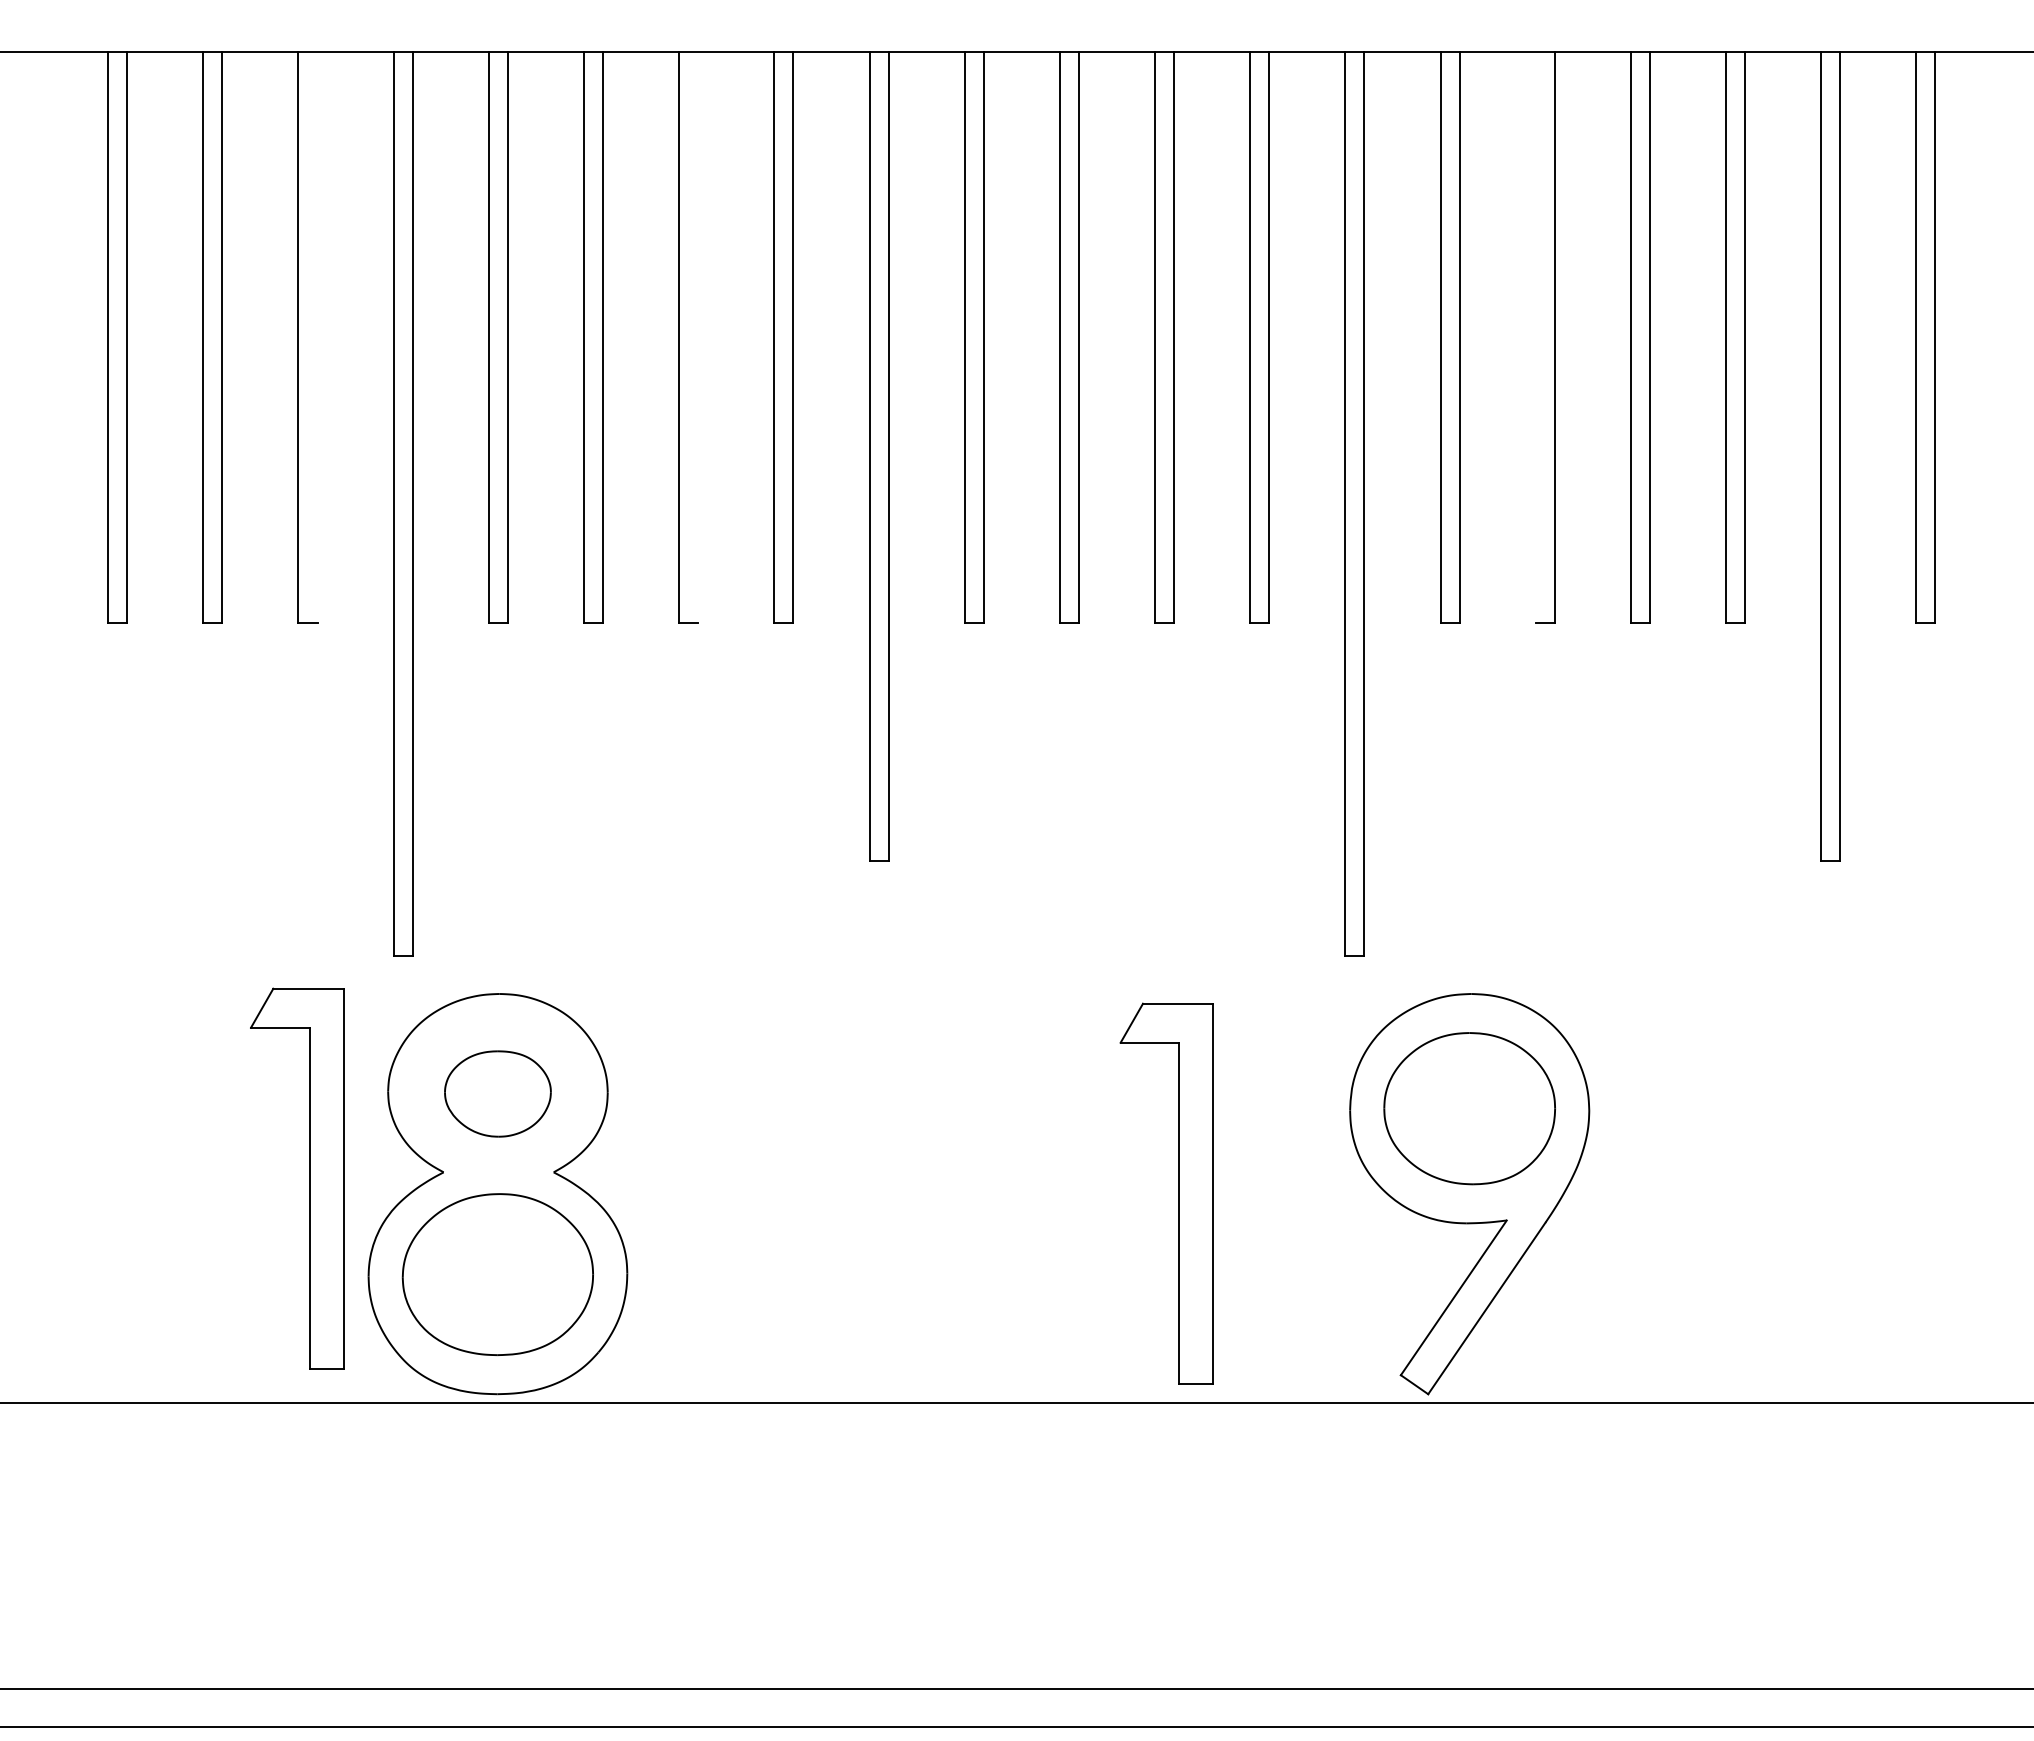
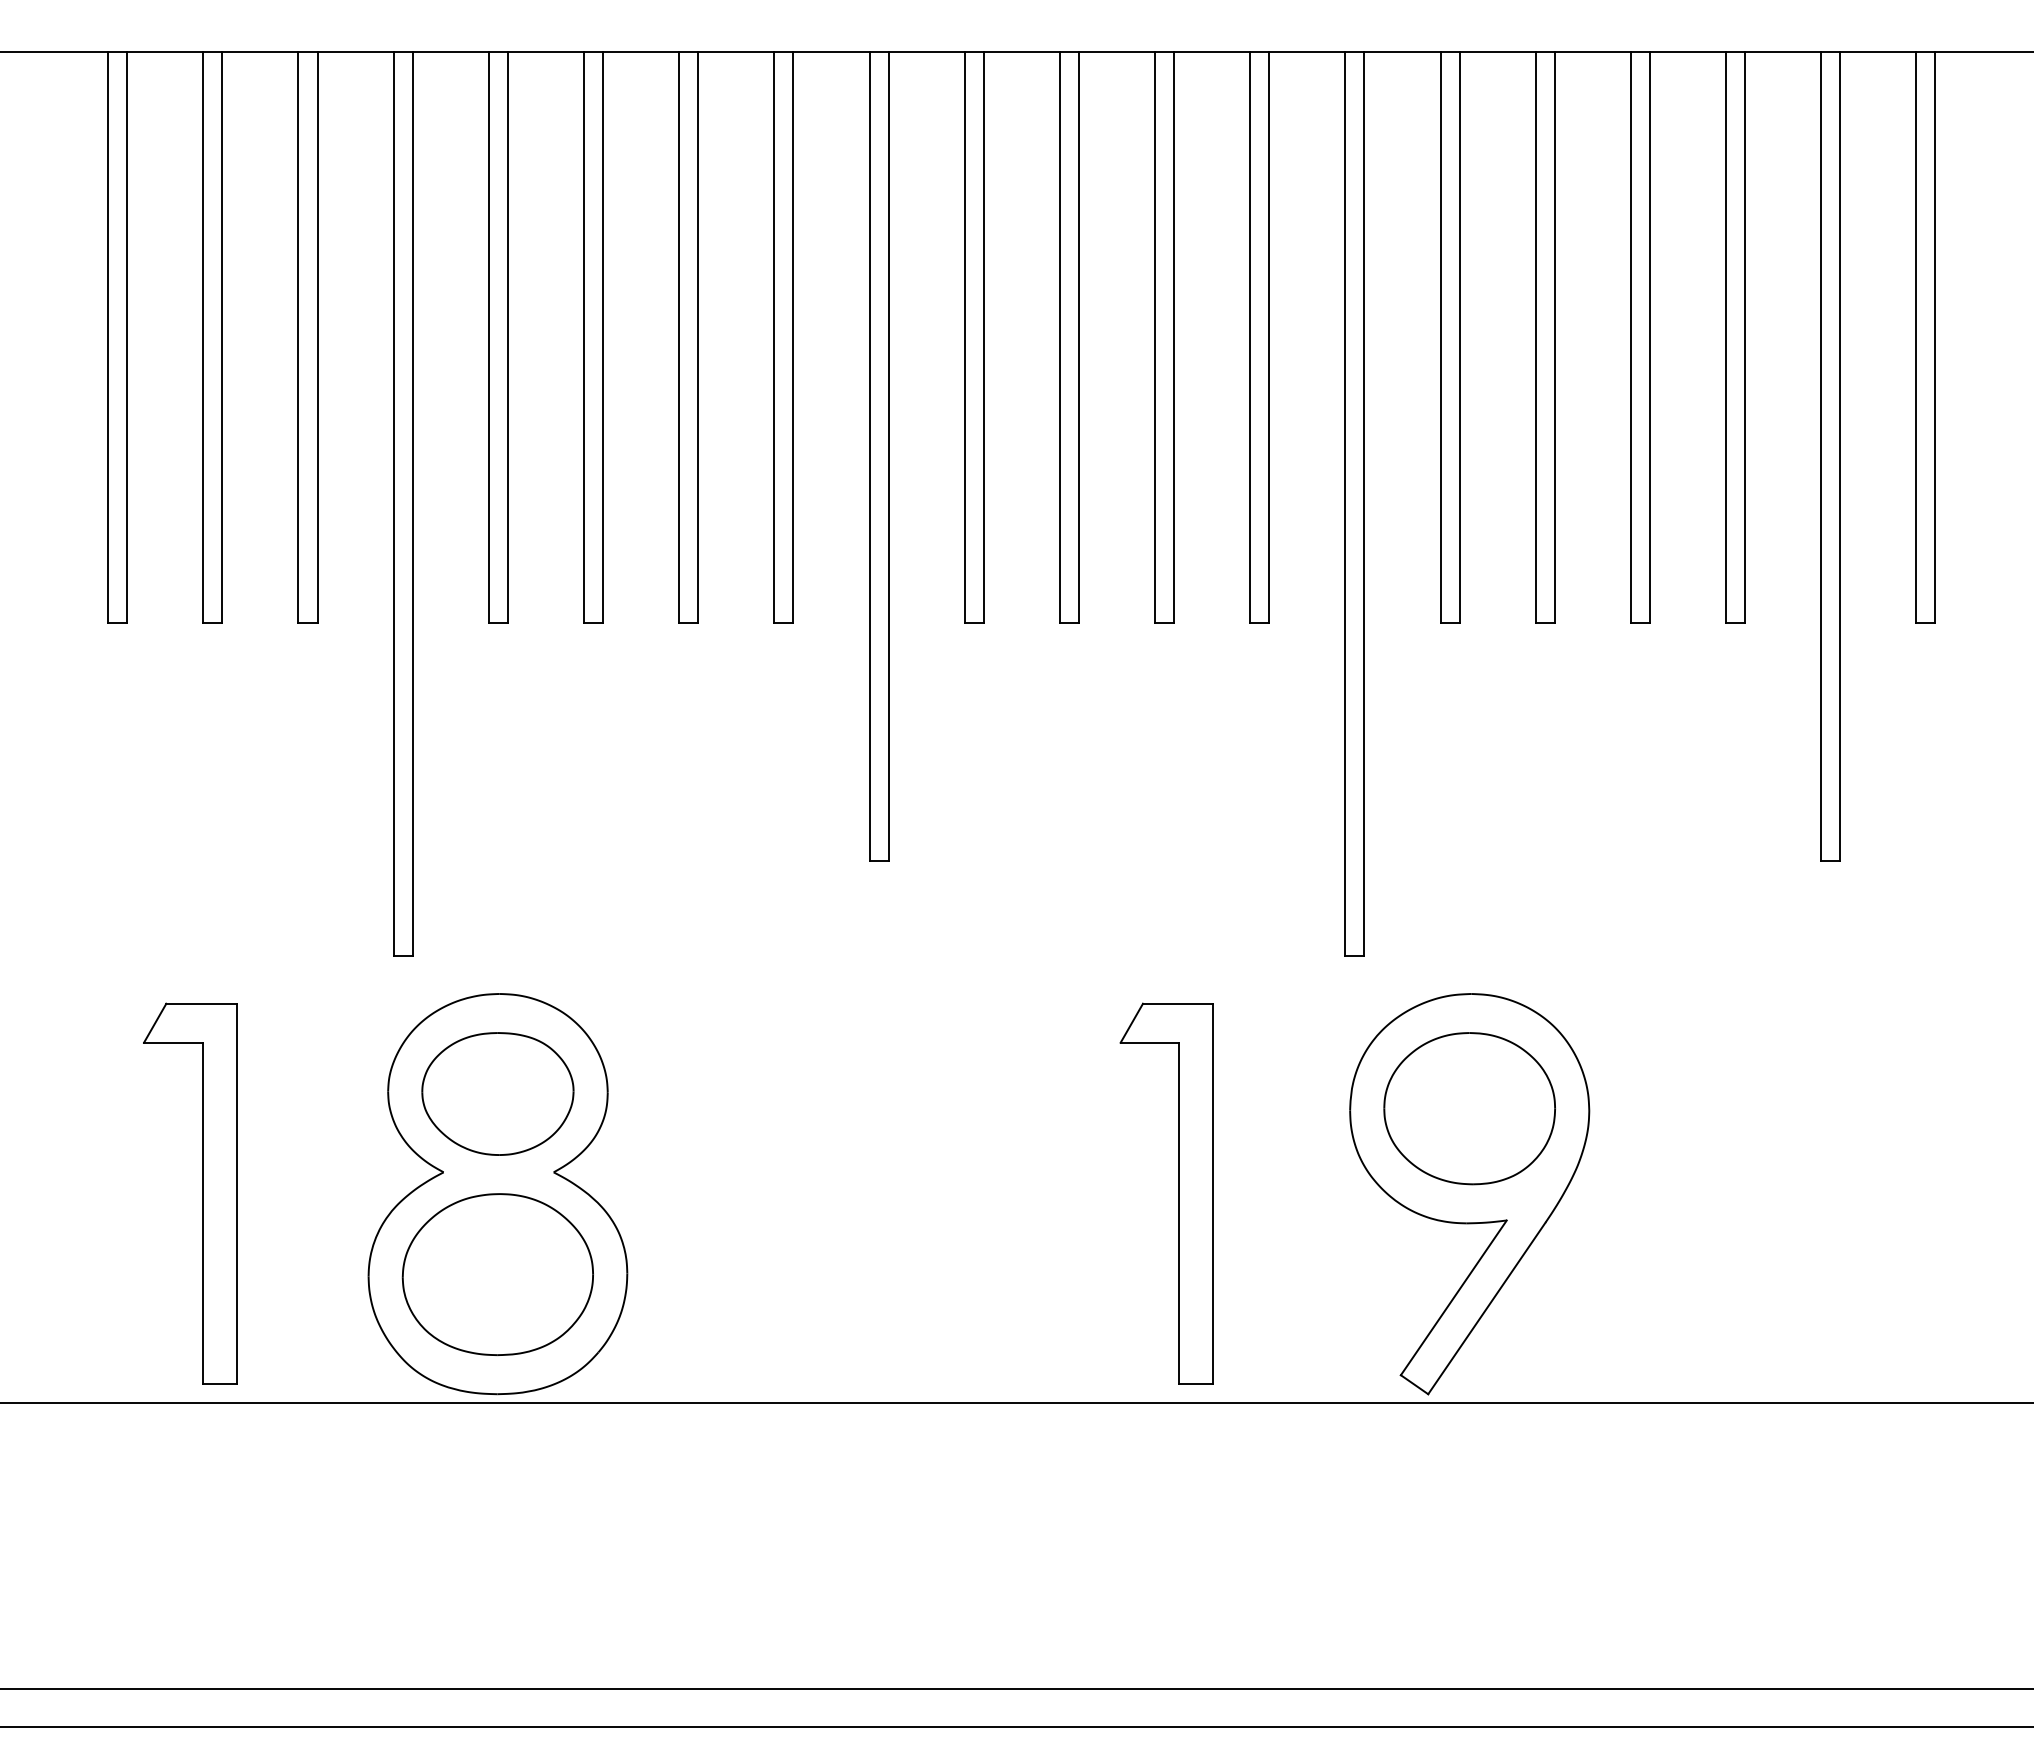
line at (317, 337): none -> present
line at (698, 337): none -> present
line at (1535, 337): none -> present
part at (497, 1093) size: 108x88 px -> 154x124 px
part at (309, 1178) position: (309, 1178) -> (202, 1193)
